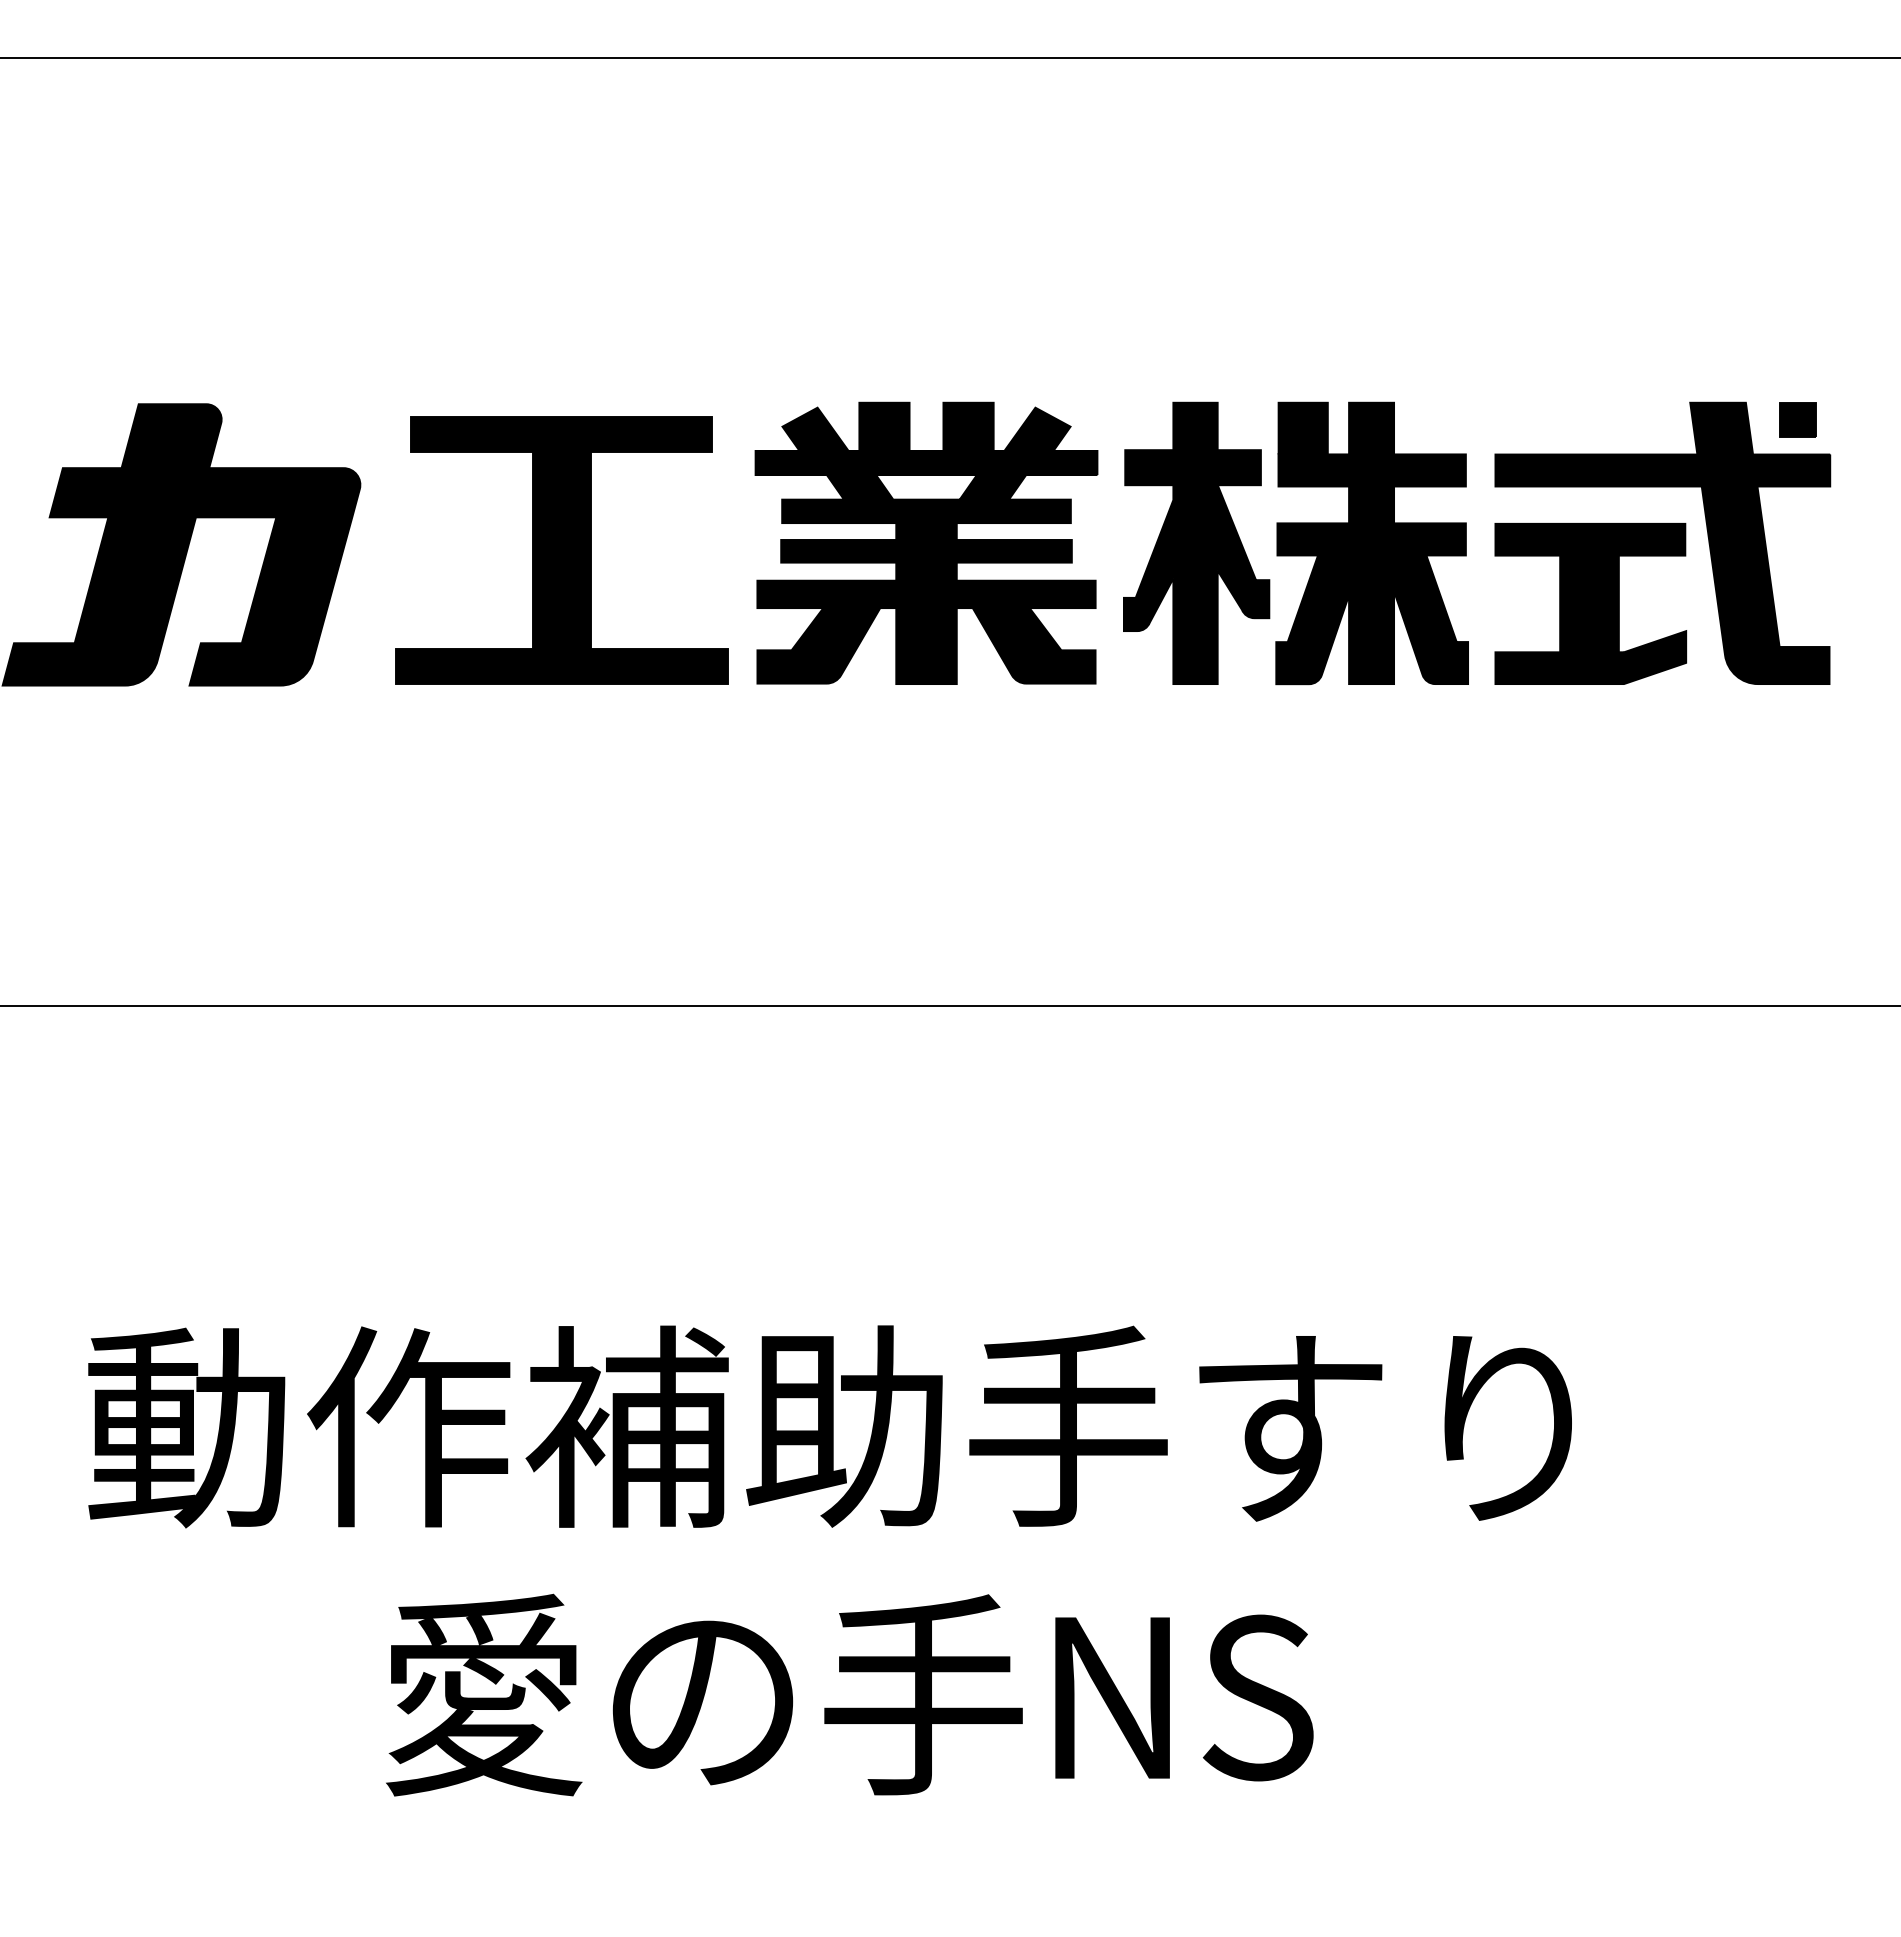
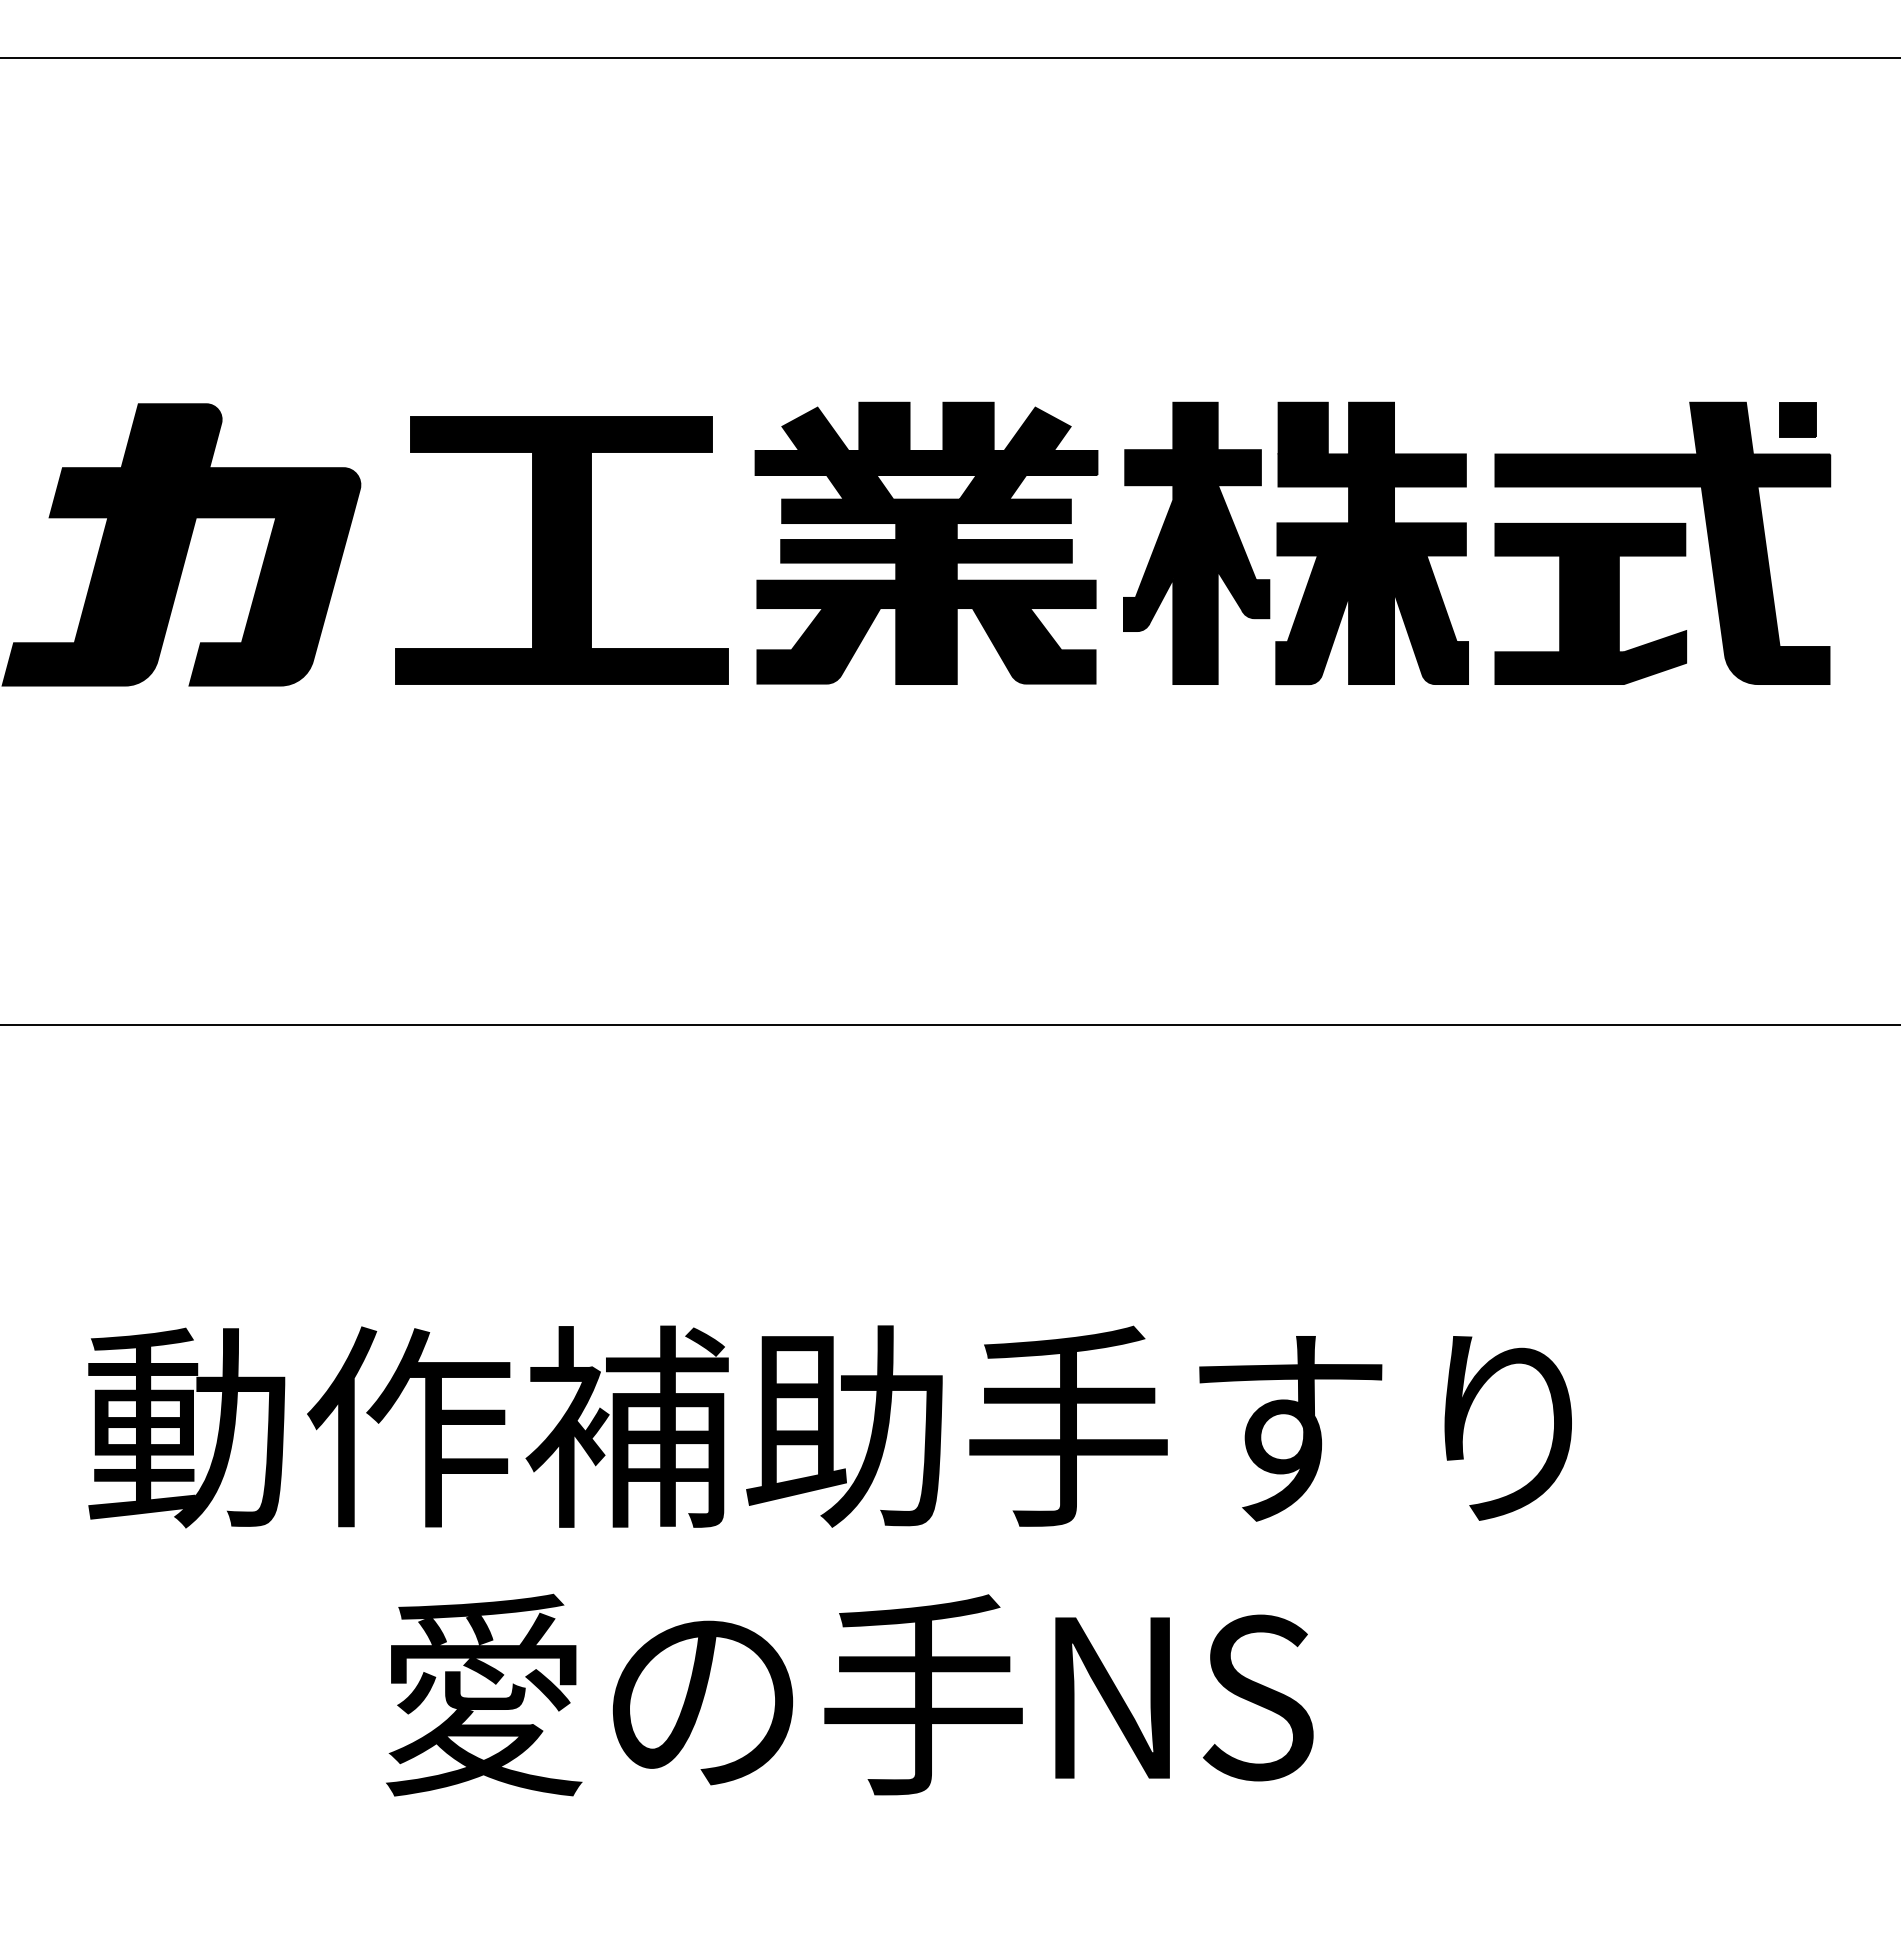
line at (949, 1005) position: (949, 1005) -> (949, 1024)
